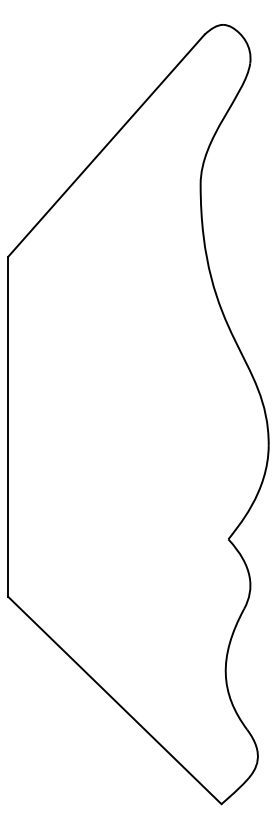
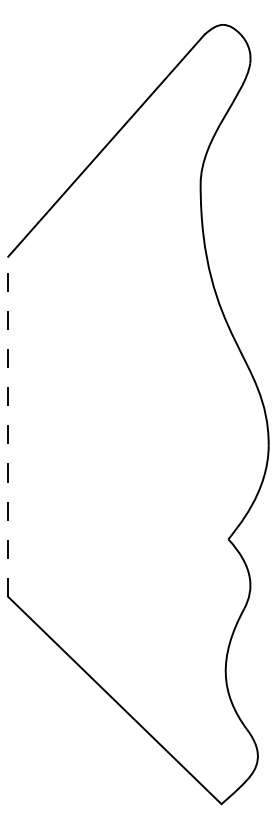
line at (8, 426): solid -> dashed
